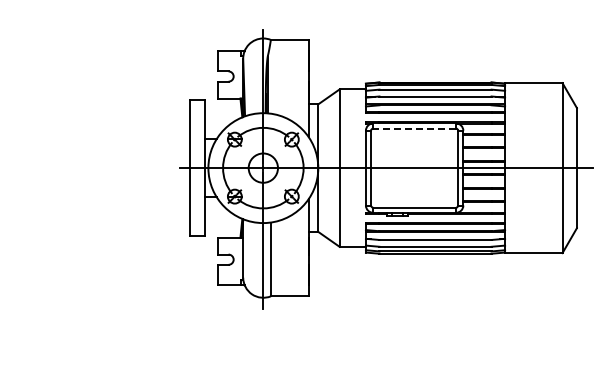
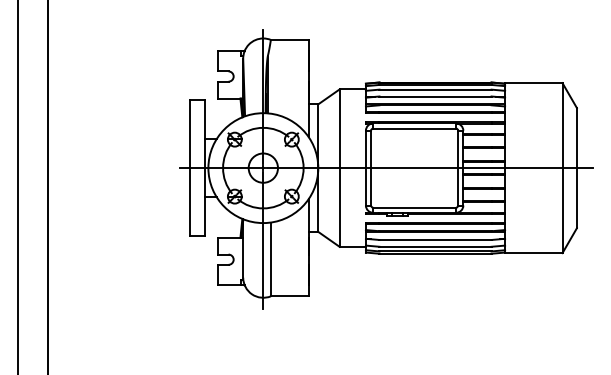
line at (414, 128): dashed -> solid
line at (18, 186): none -> present
line at (47, 186): none -> present
